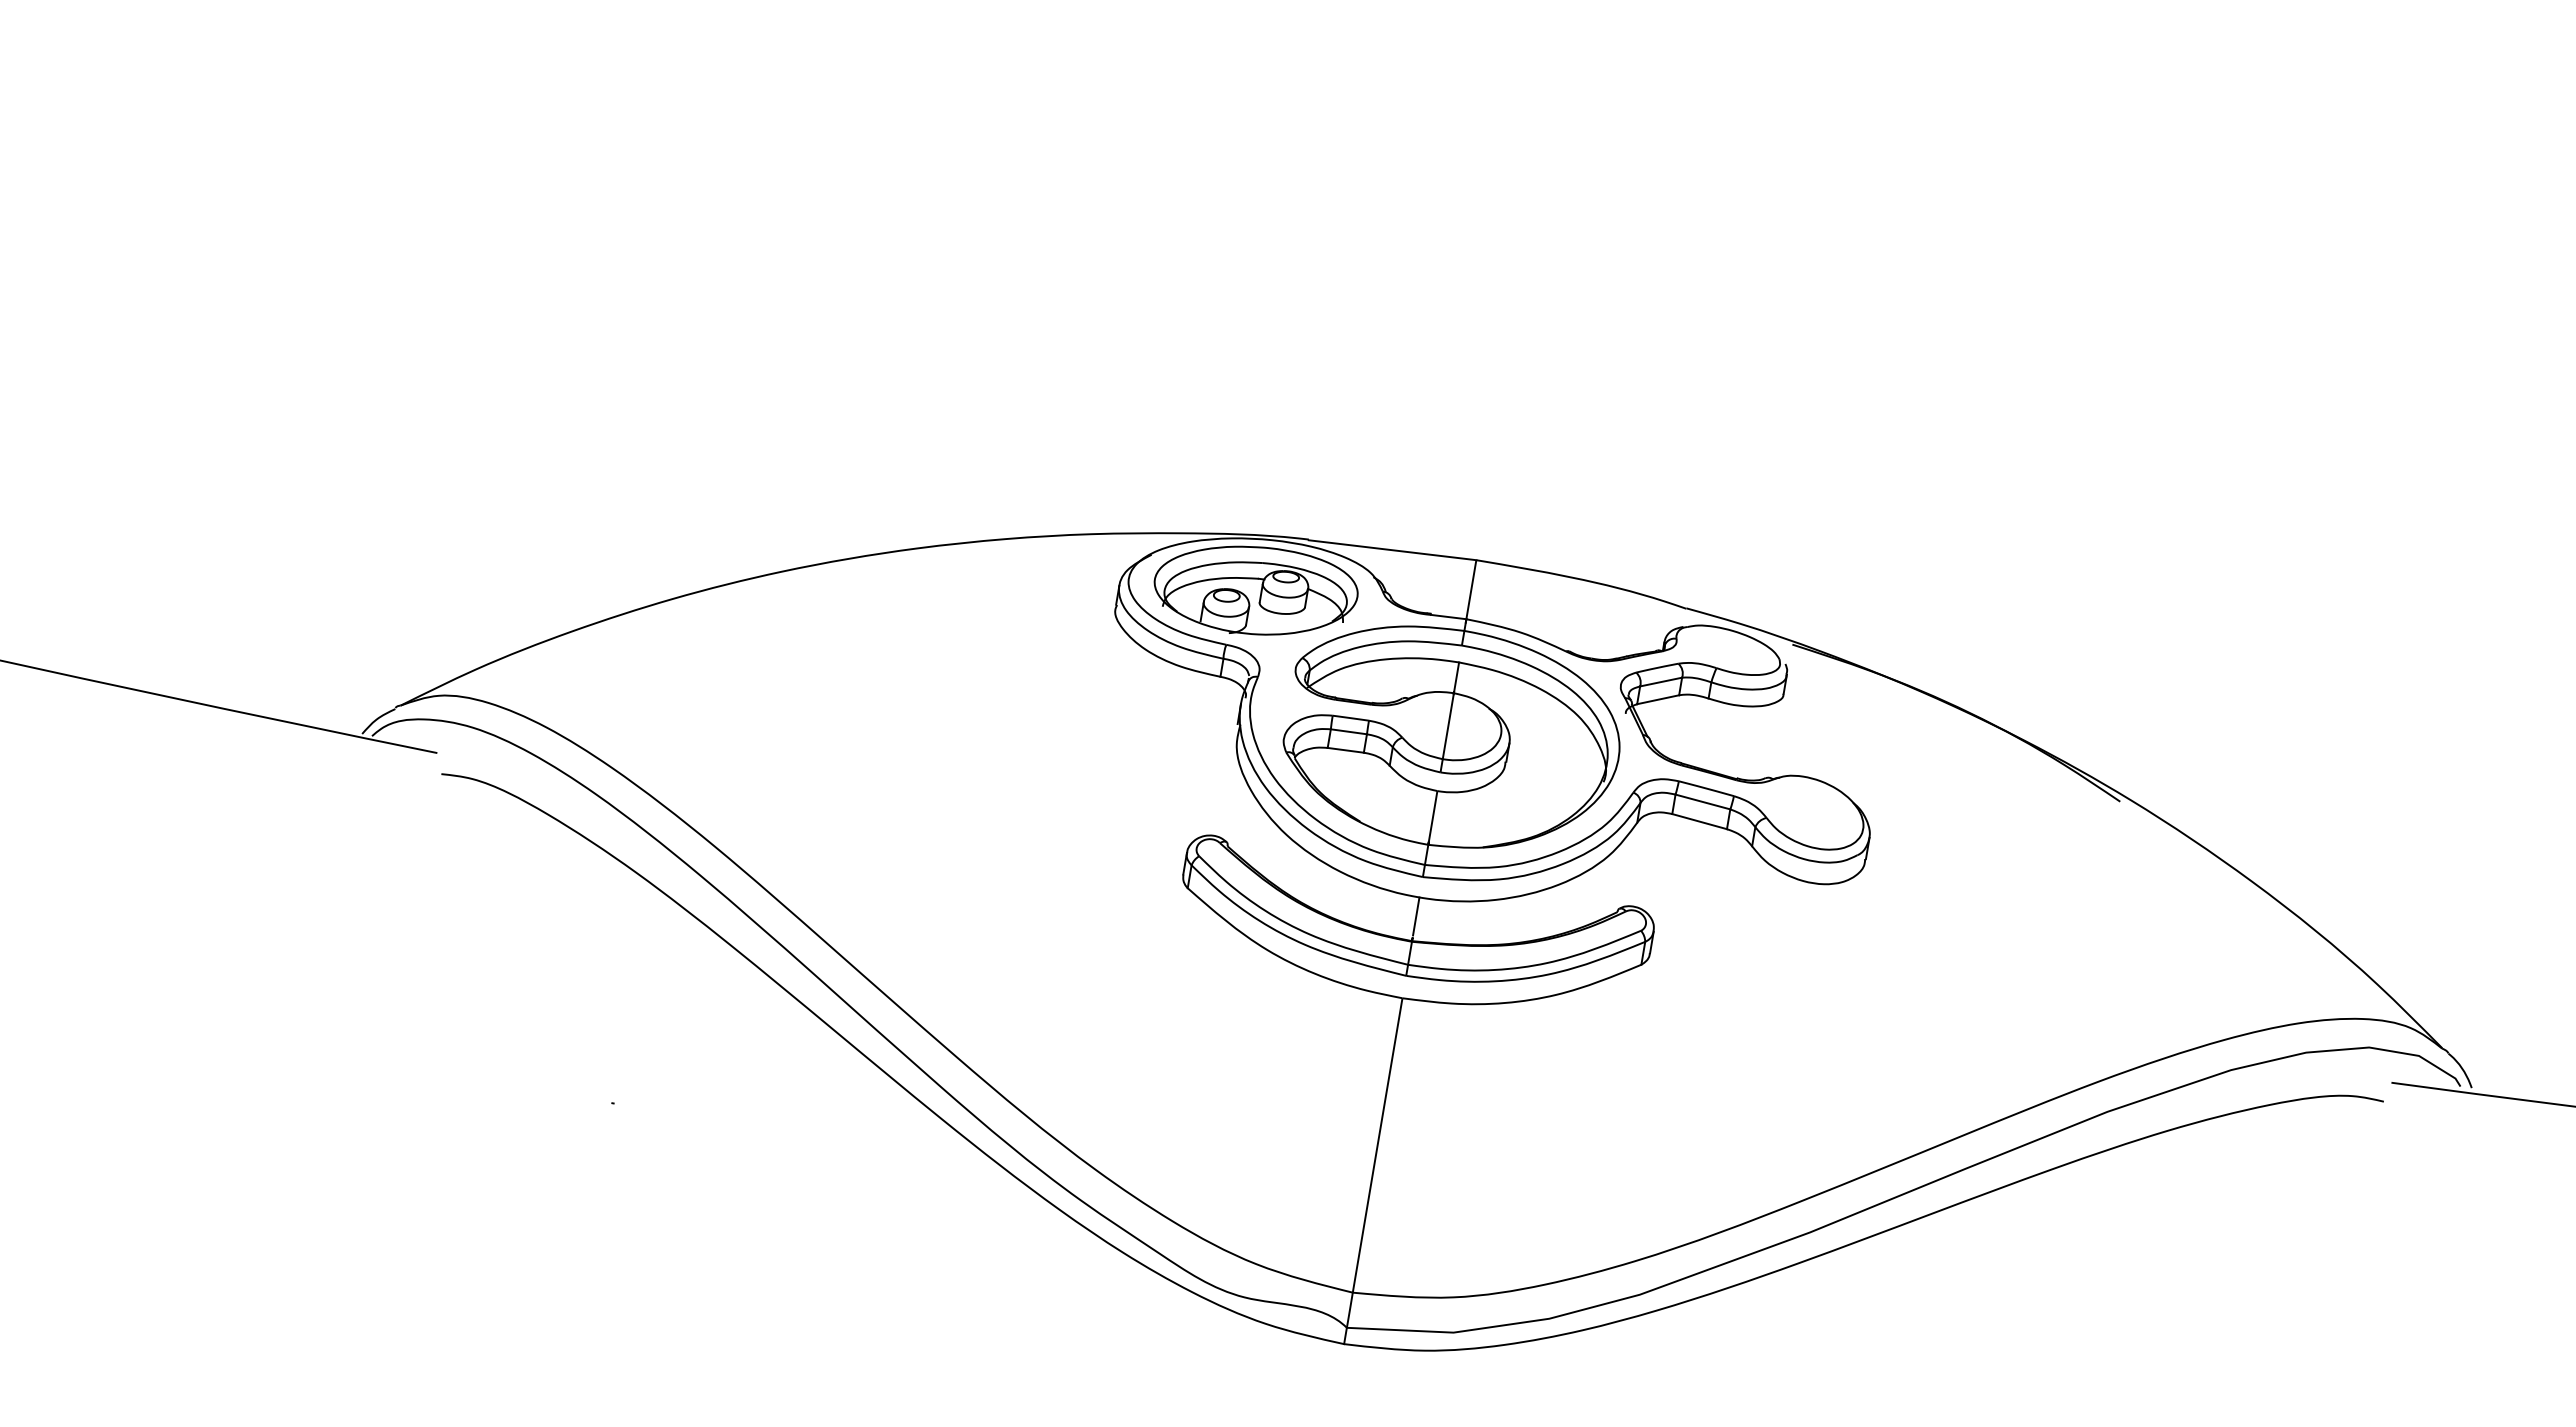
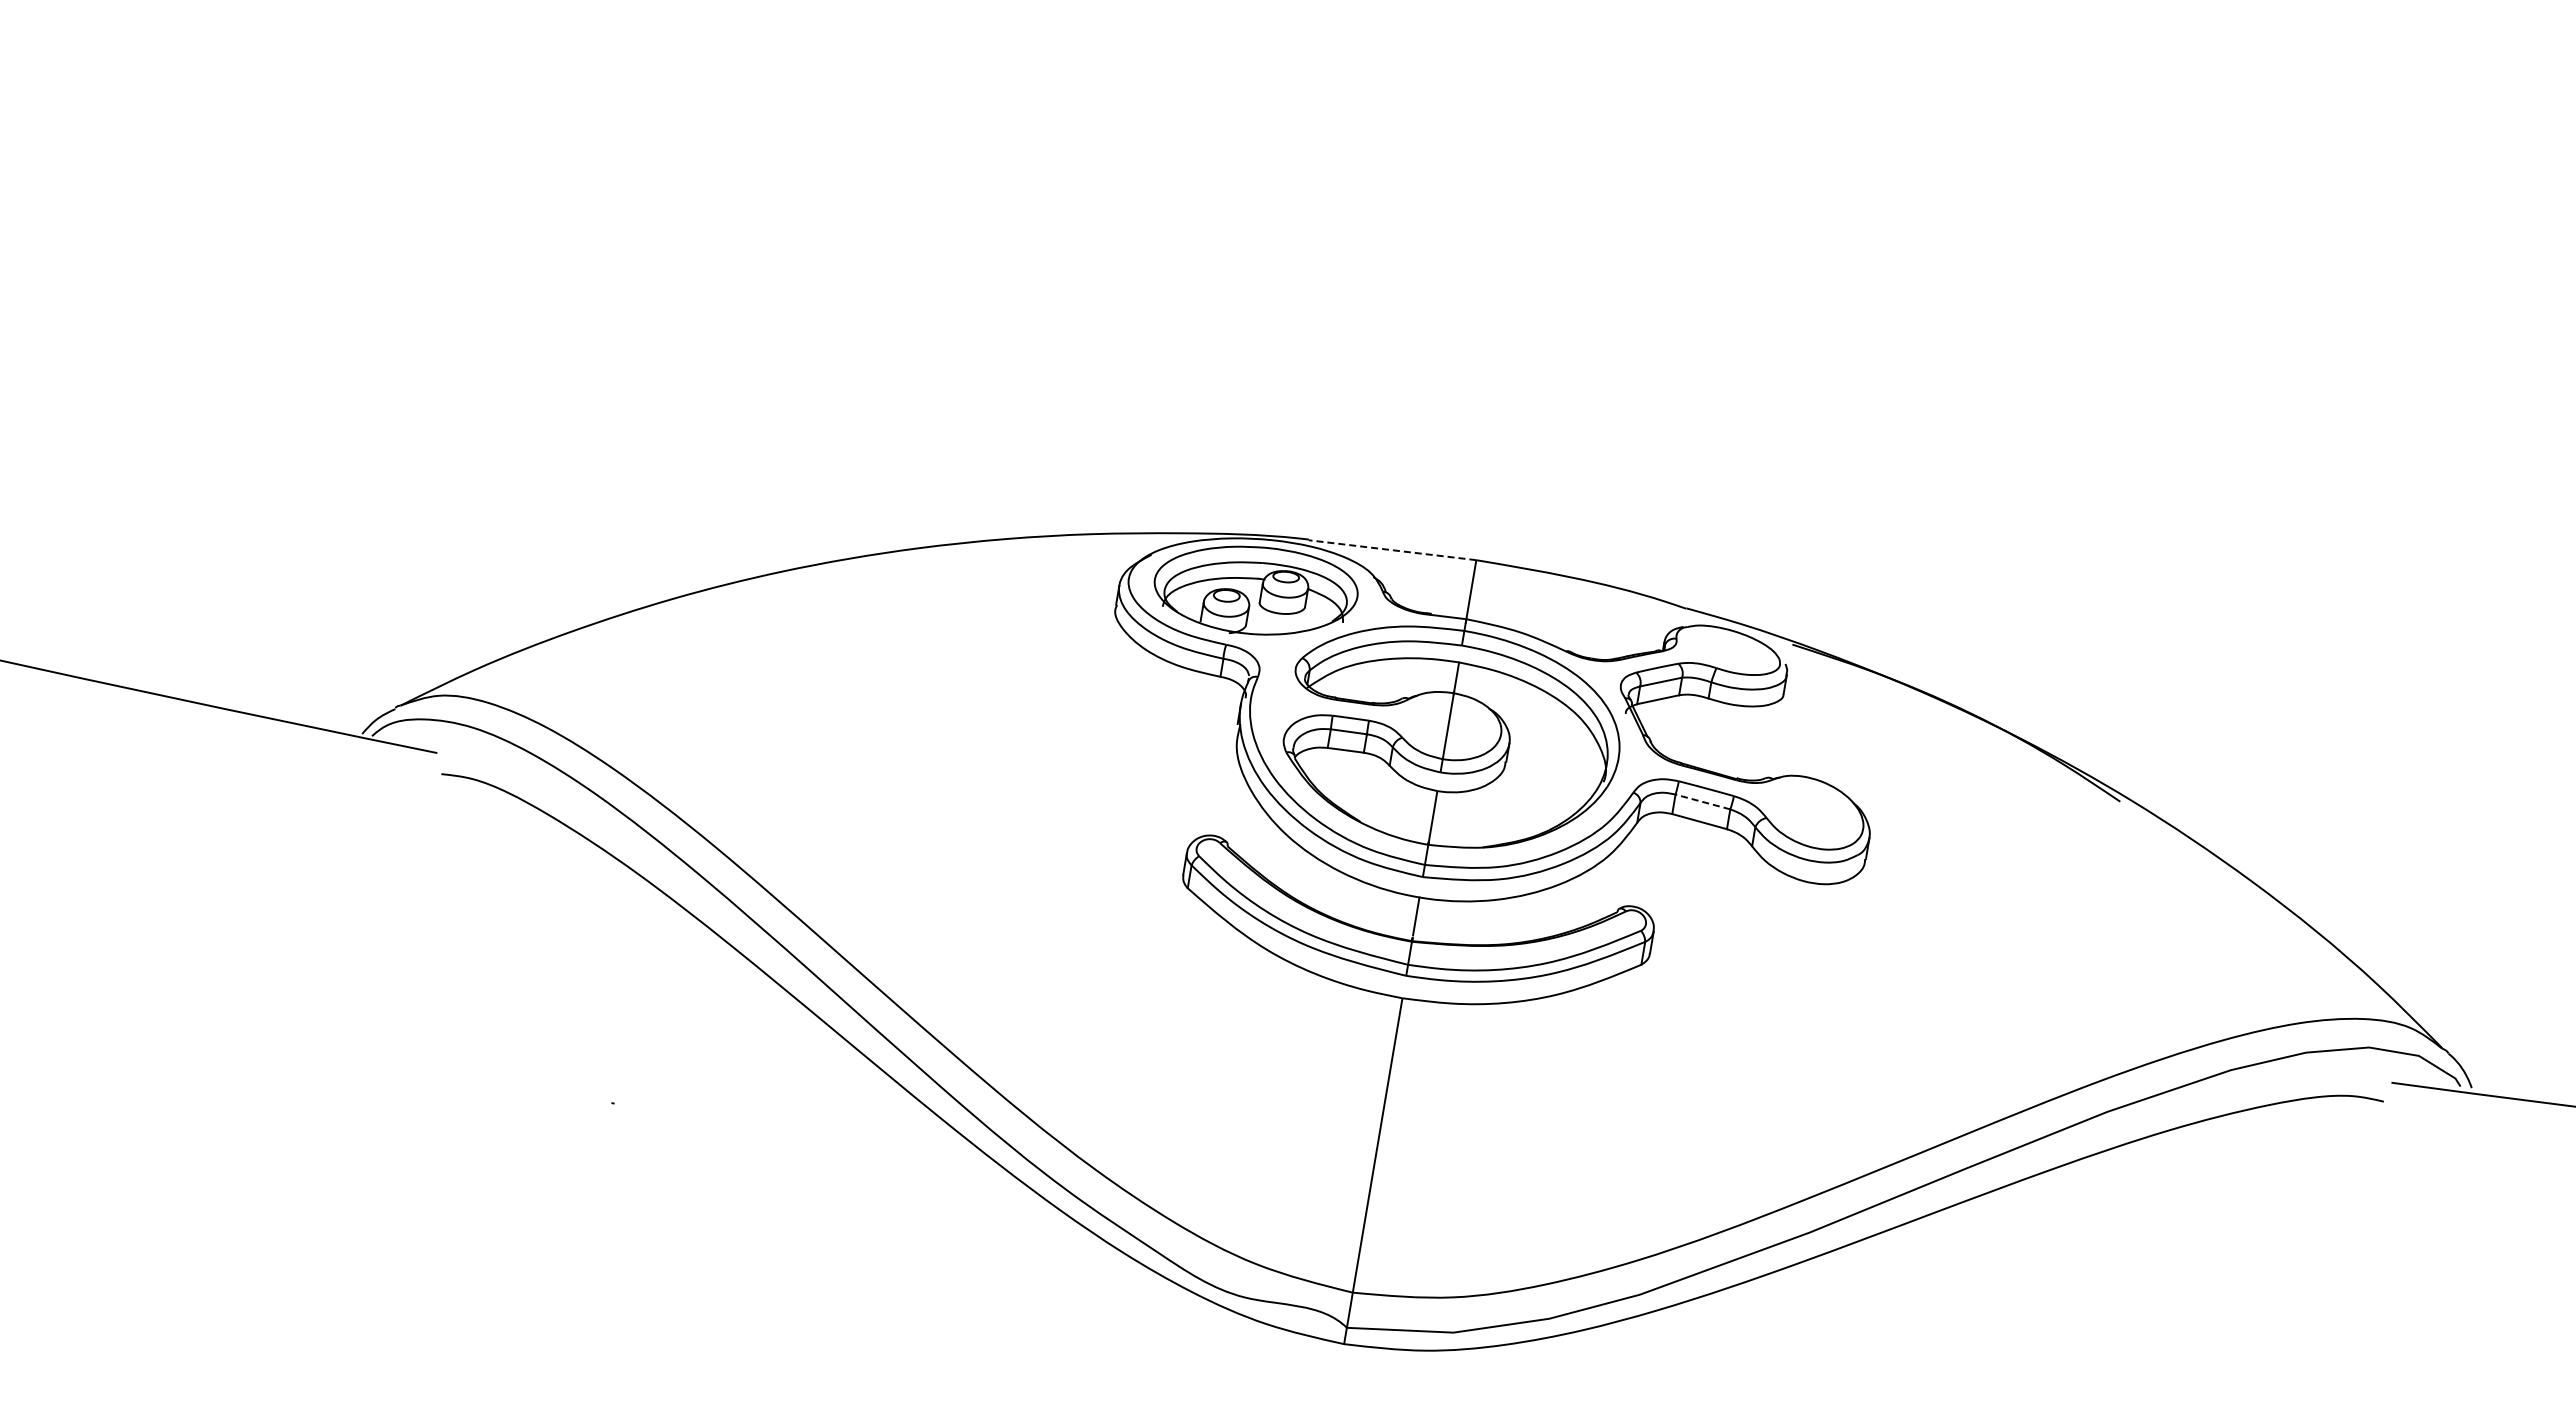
line at (1392, 550): solid -> dashed
line at (1702, 801): solid -> dashed
